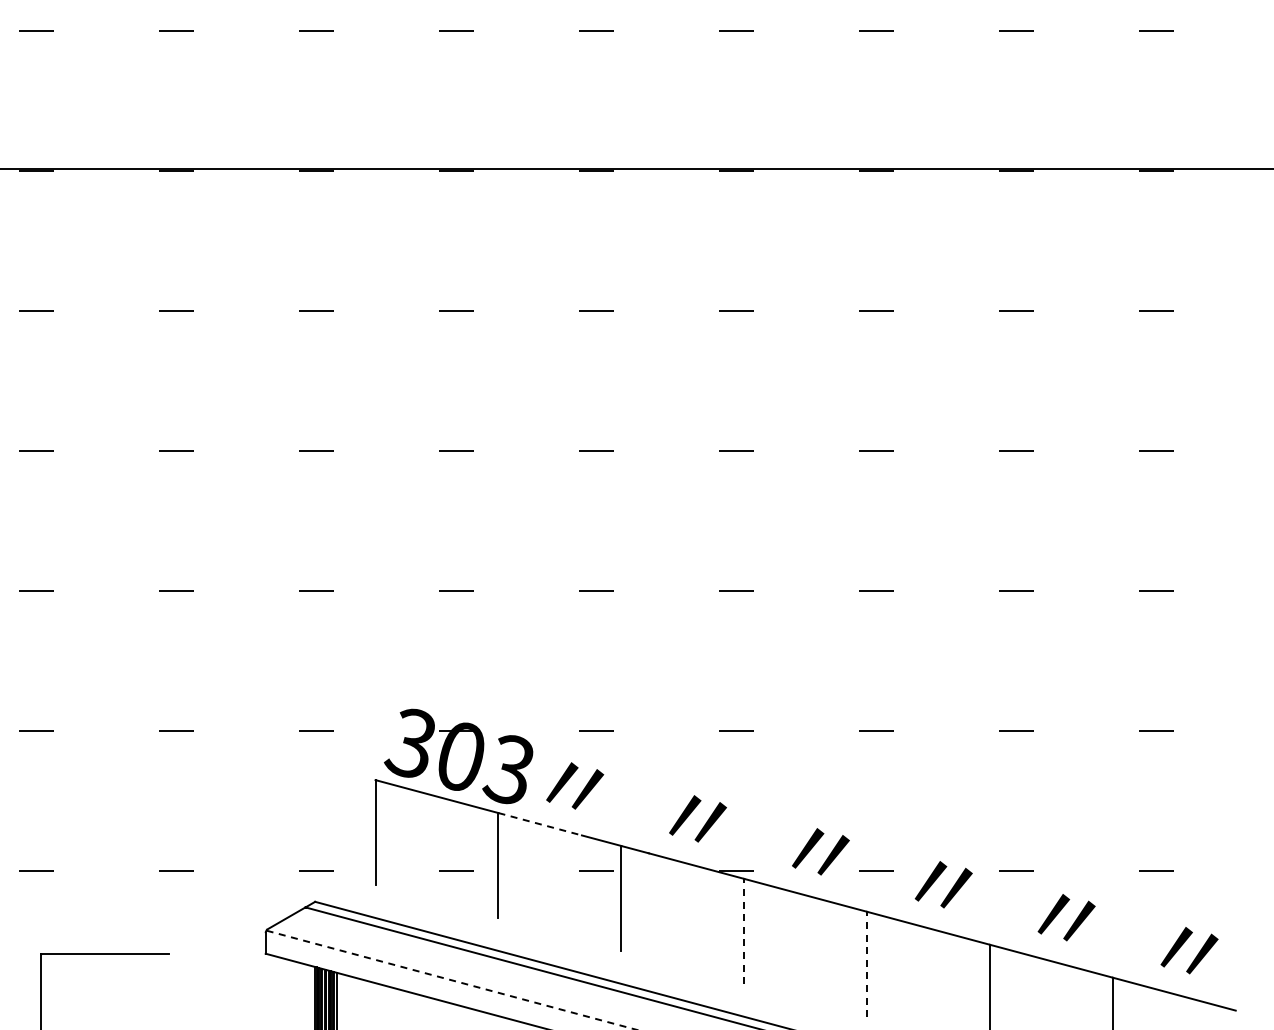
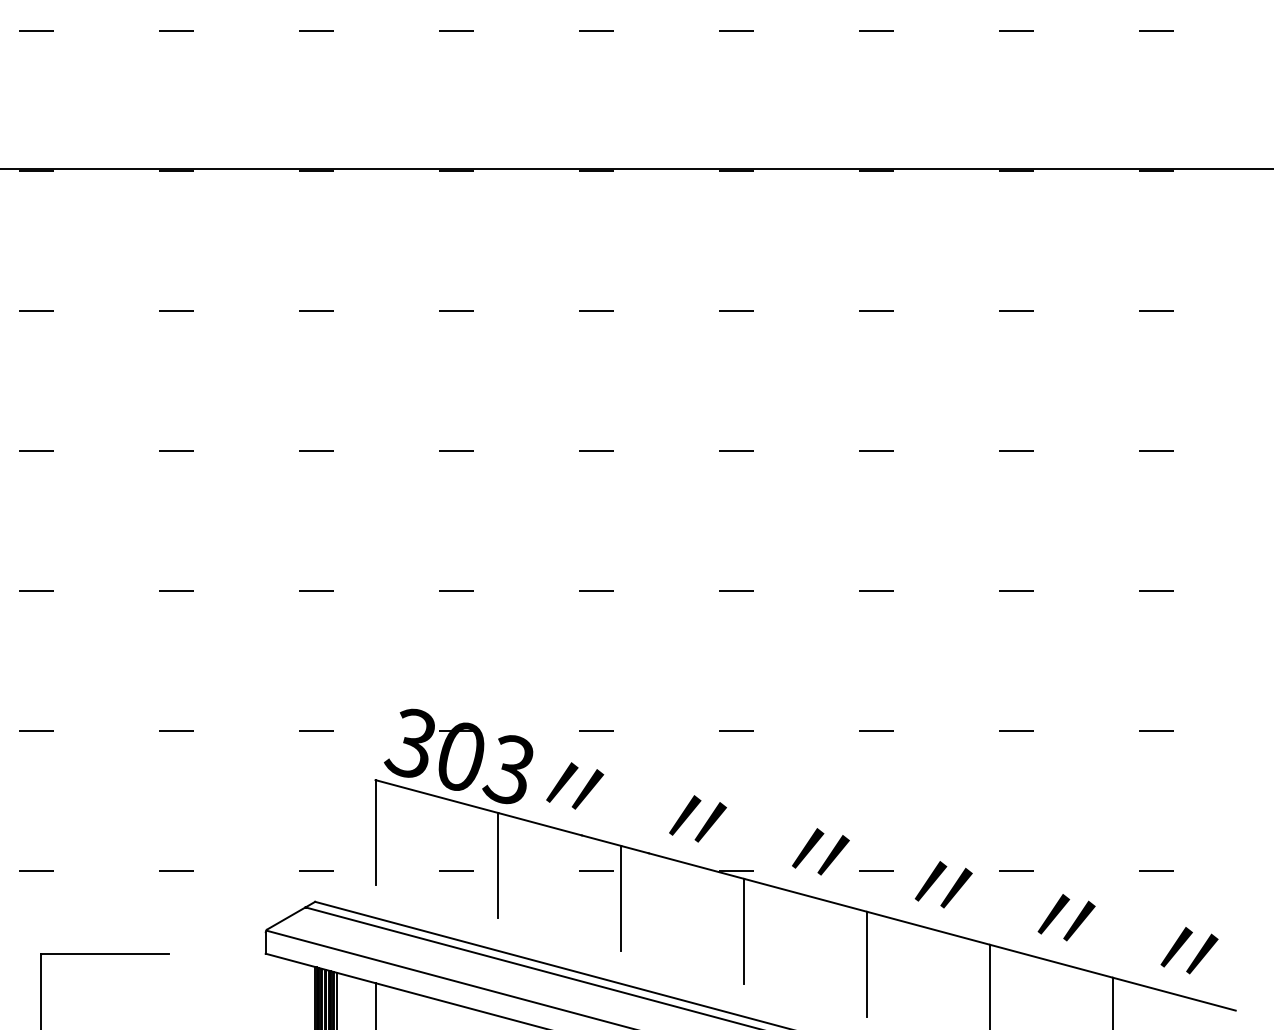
line at (540, 824): dashed -> solid
line at (744, 931): dashed -> solid
line at (867, 964): dashed -> solid
line at (451, 980): dashed -> solid
line at (375, 1004): none -> present
